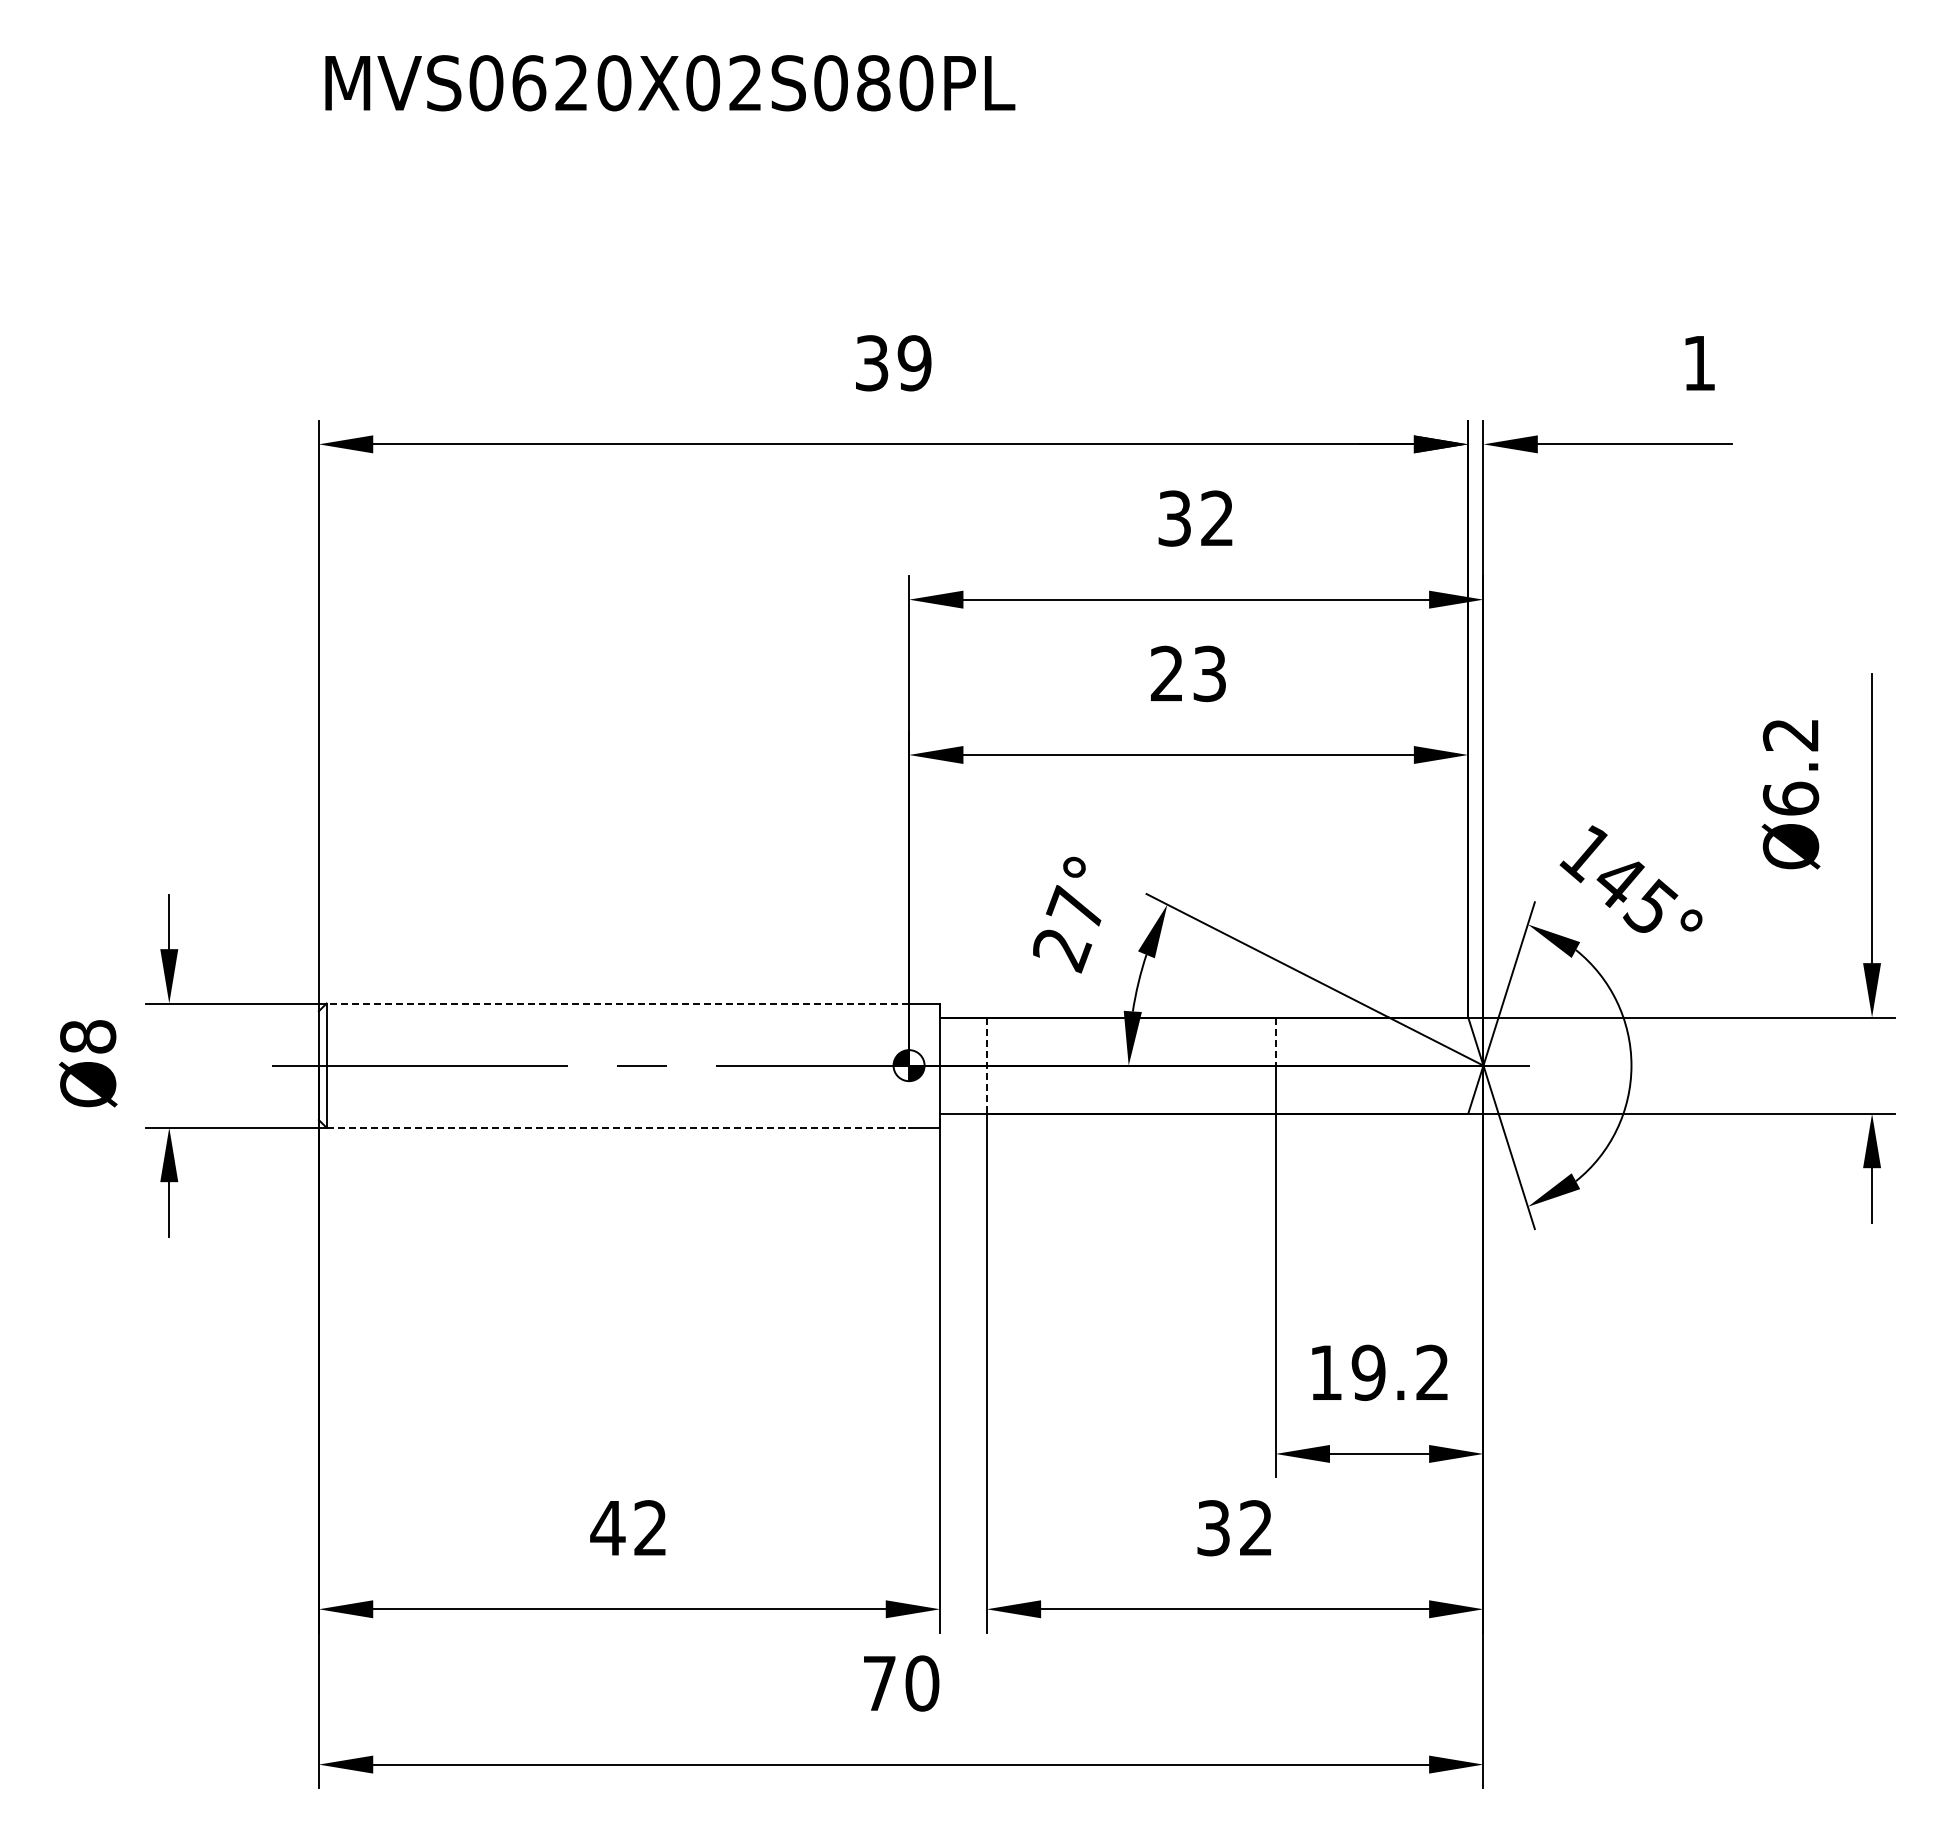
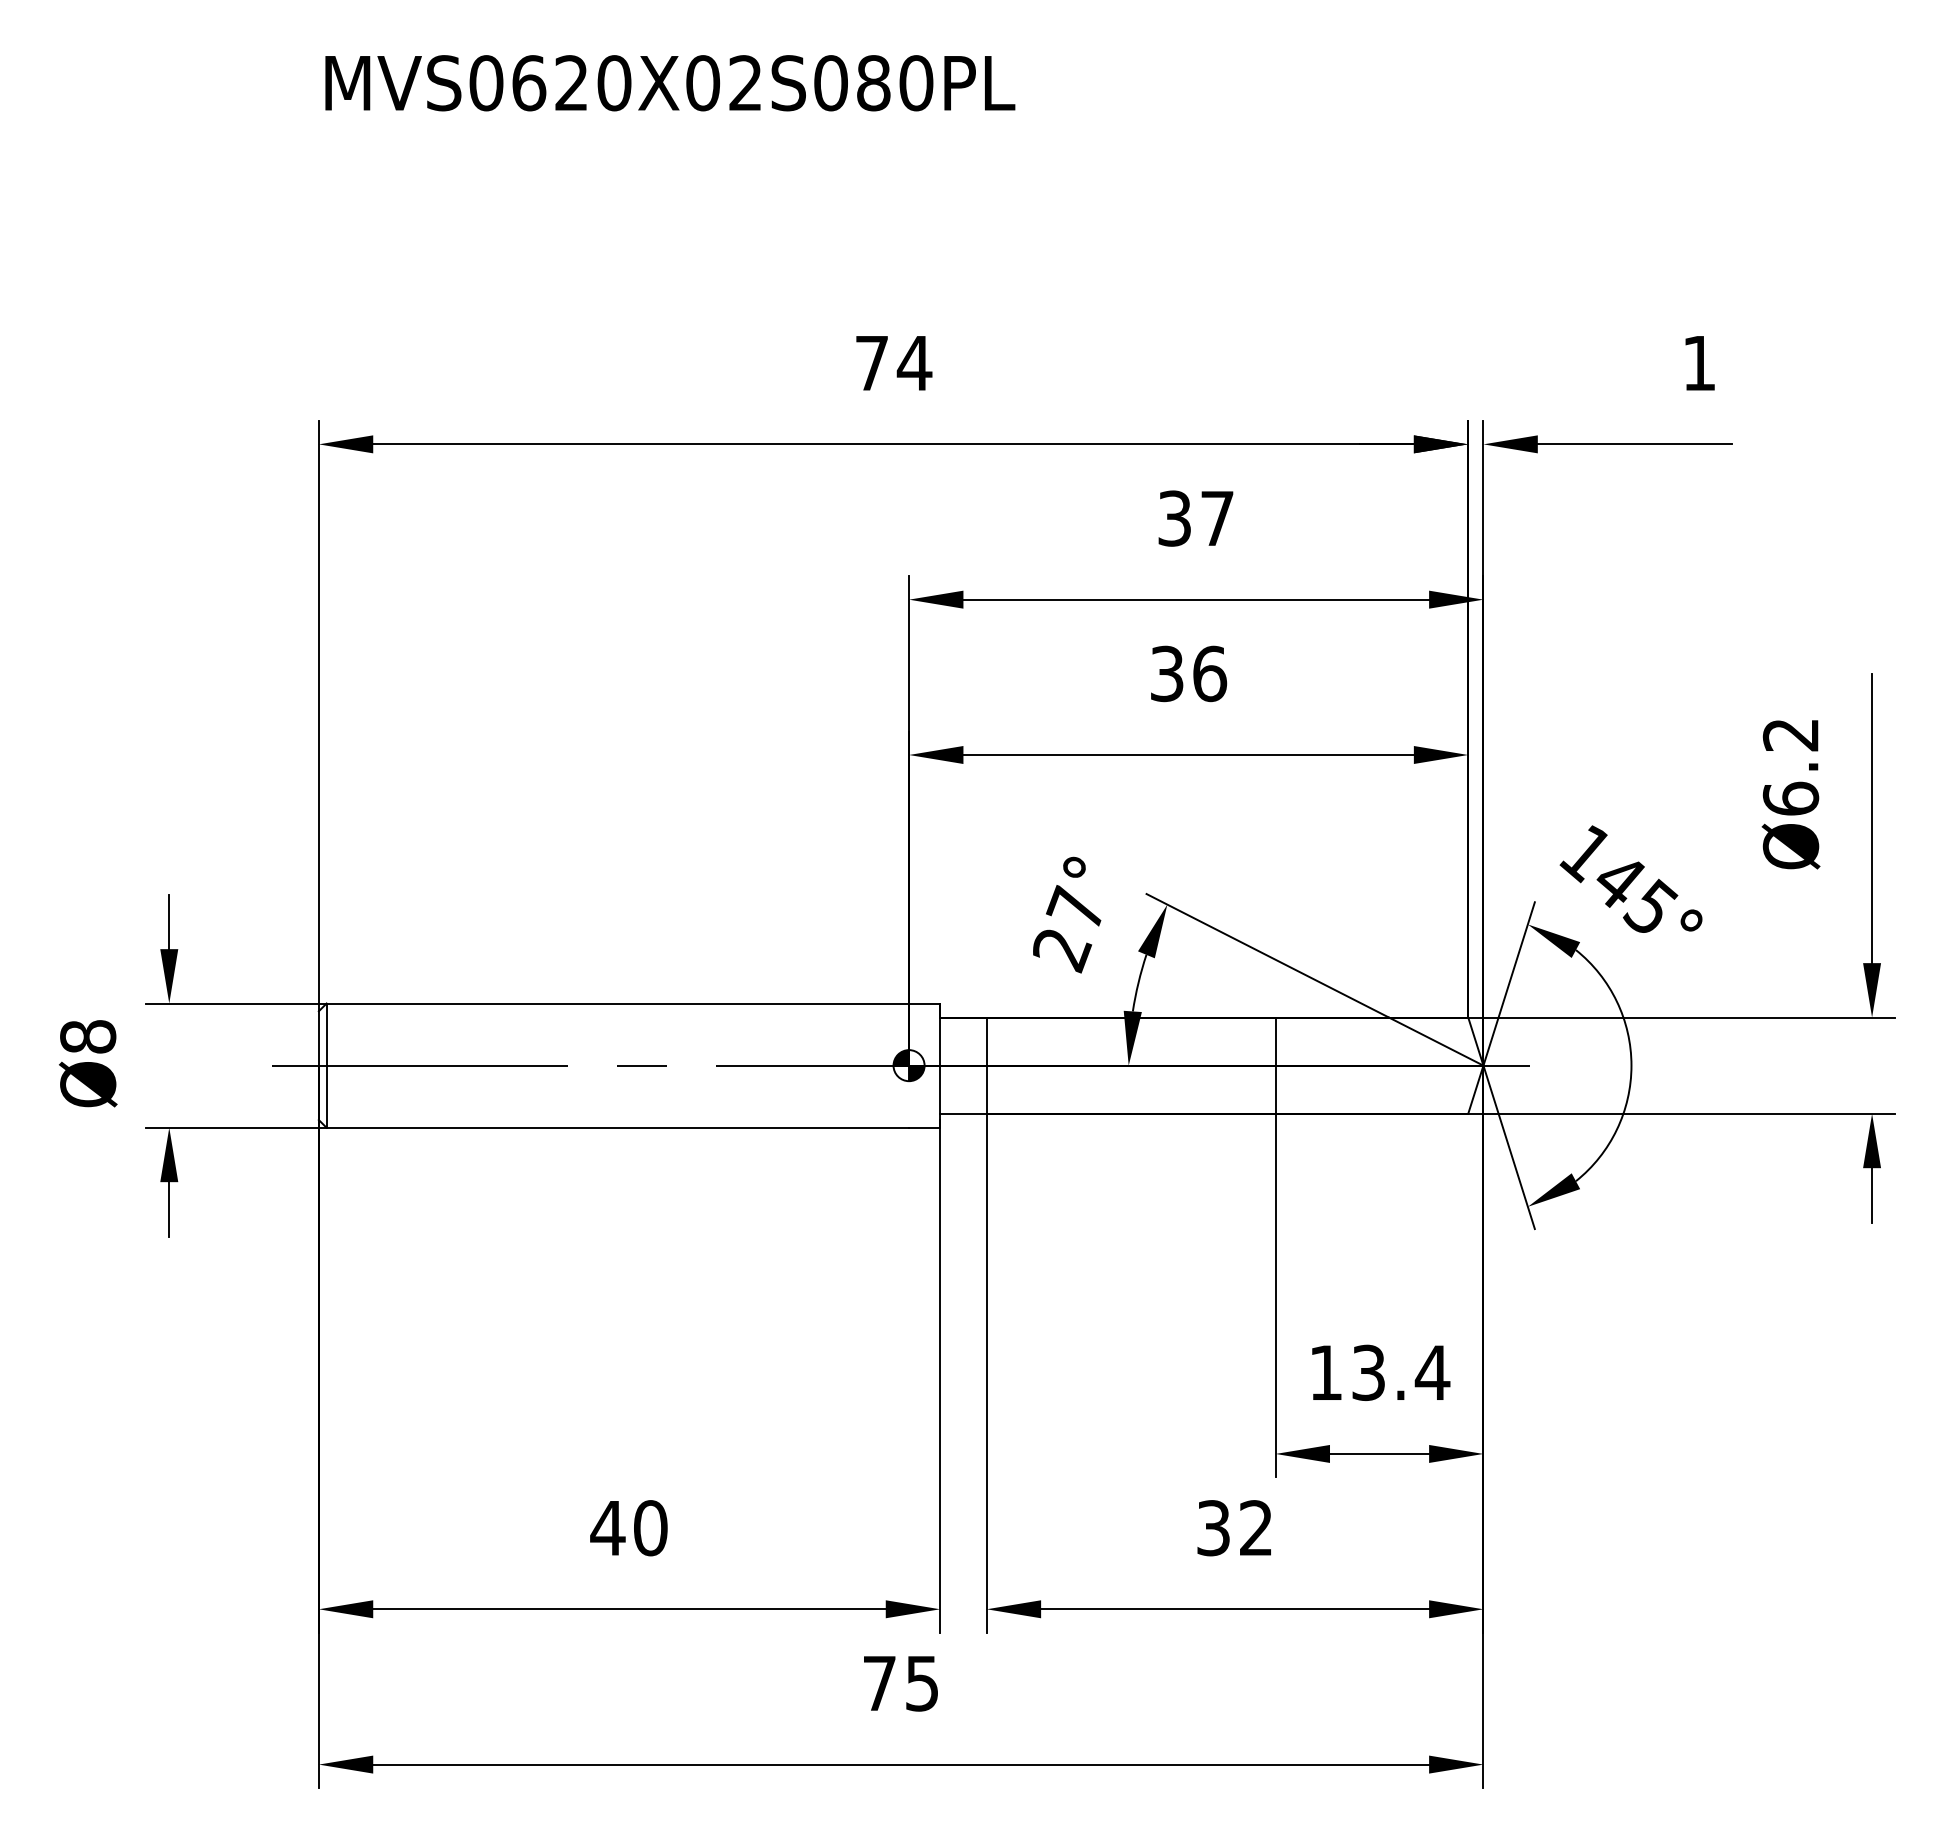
text at (894, 363): 39 -> 74
text at (1217, 517): 32 -> 37
text at (1189, 673): 23 -> 36
line at (617, 1003): dashed -> solid
line at (1275, 1042): dashed -> solid
line at (986, 1066): dashed -> solid
line at (618, 1127): dashed -> solid
text at (1400, 1372): 19.2 -> 13.4
text at (650, 1528): 42 -> 40
text at (922, 1683): 70 -> 75
